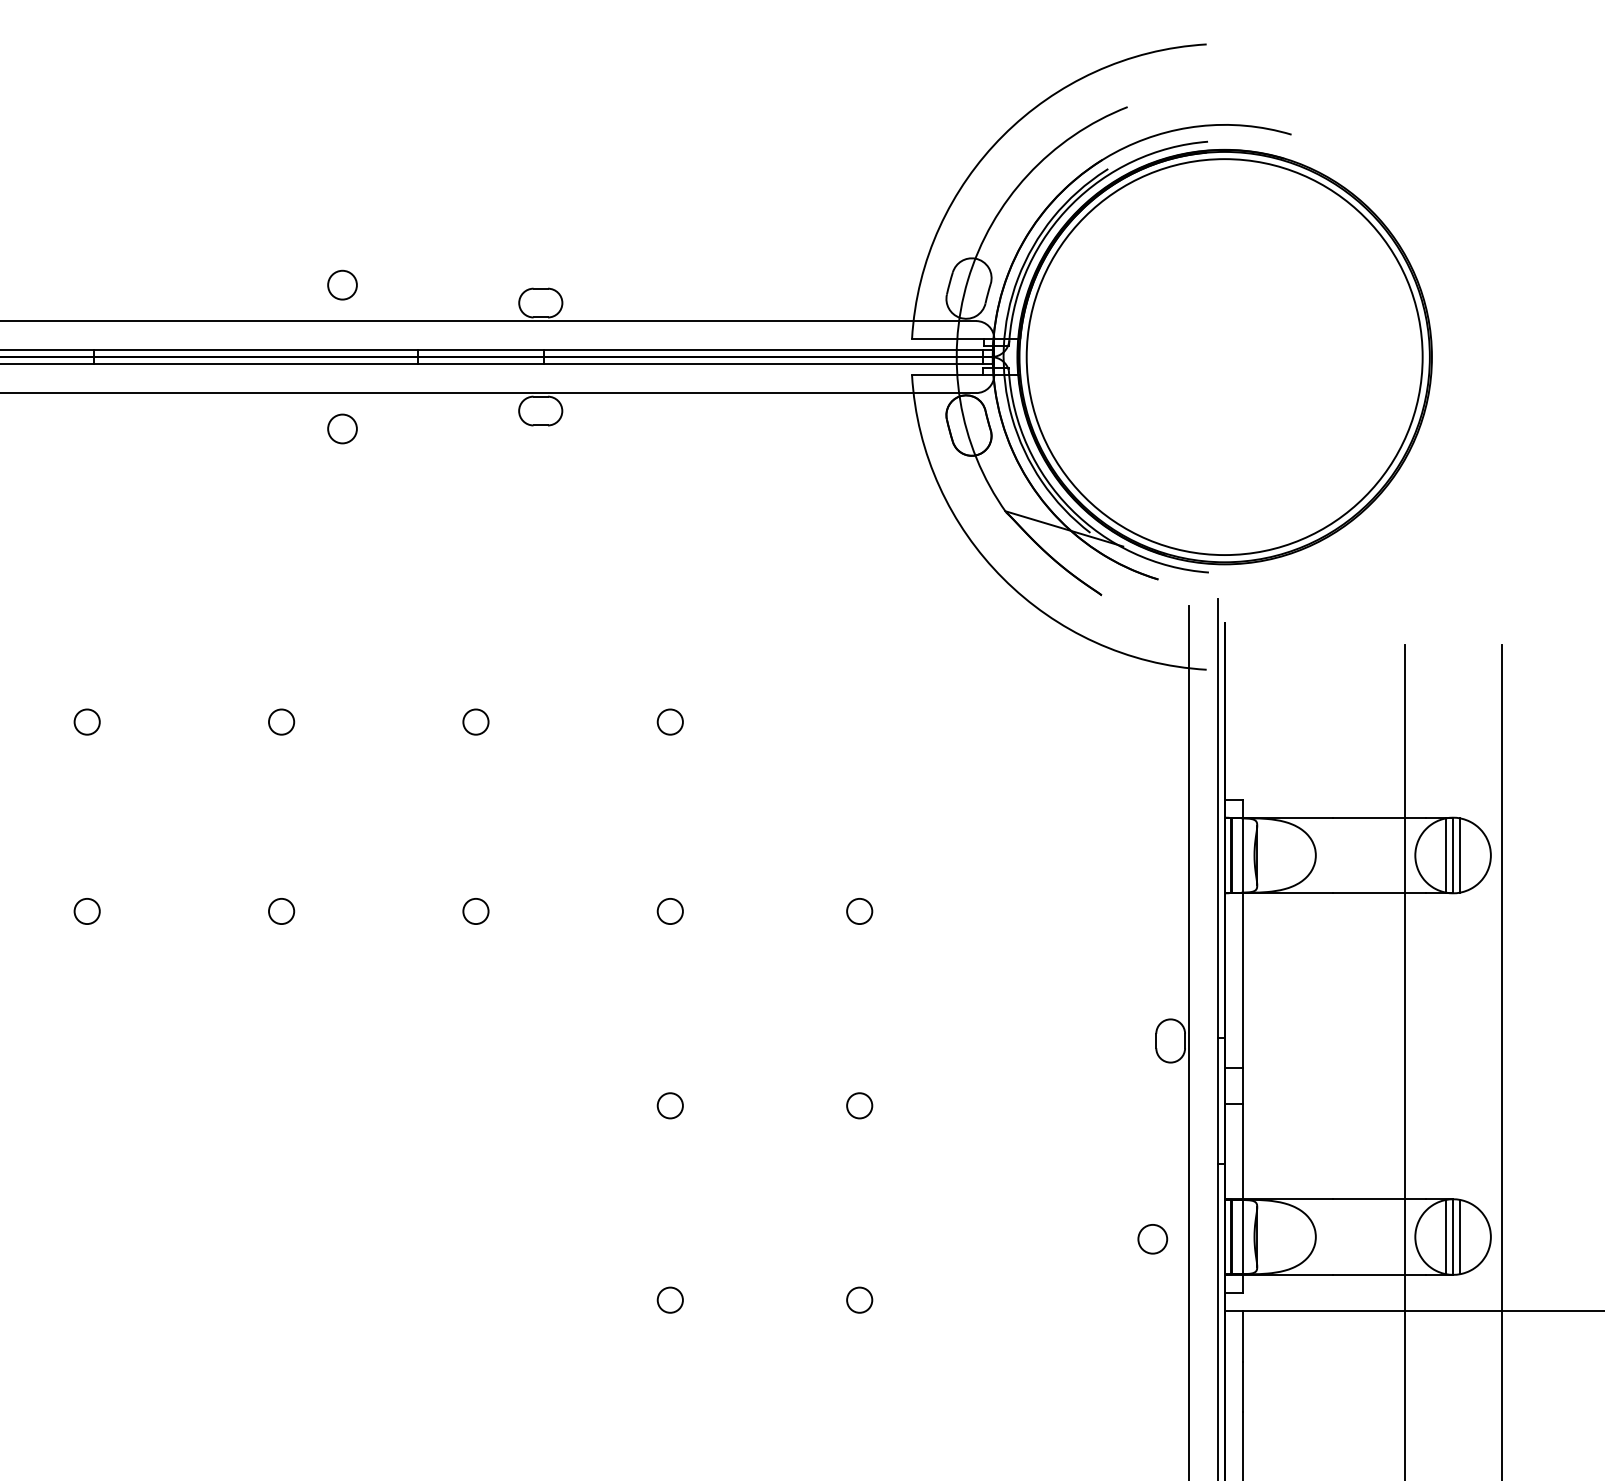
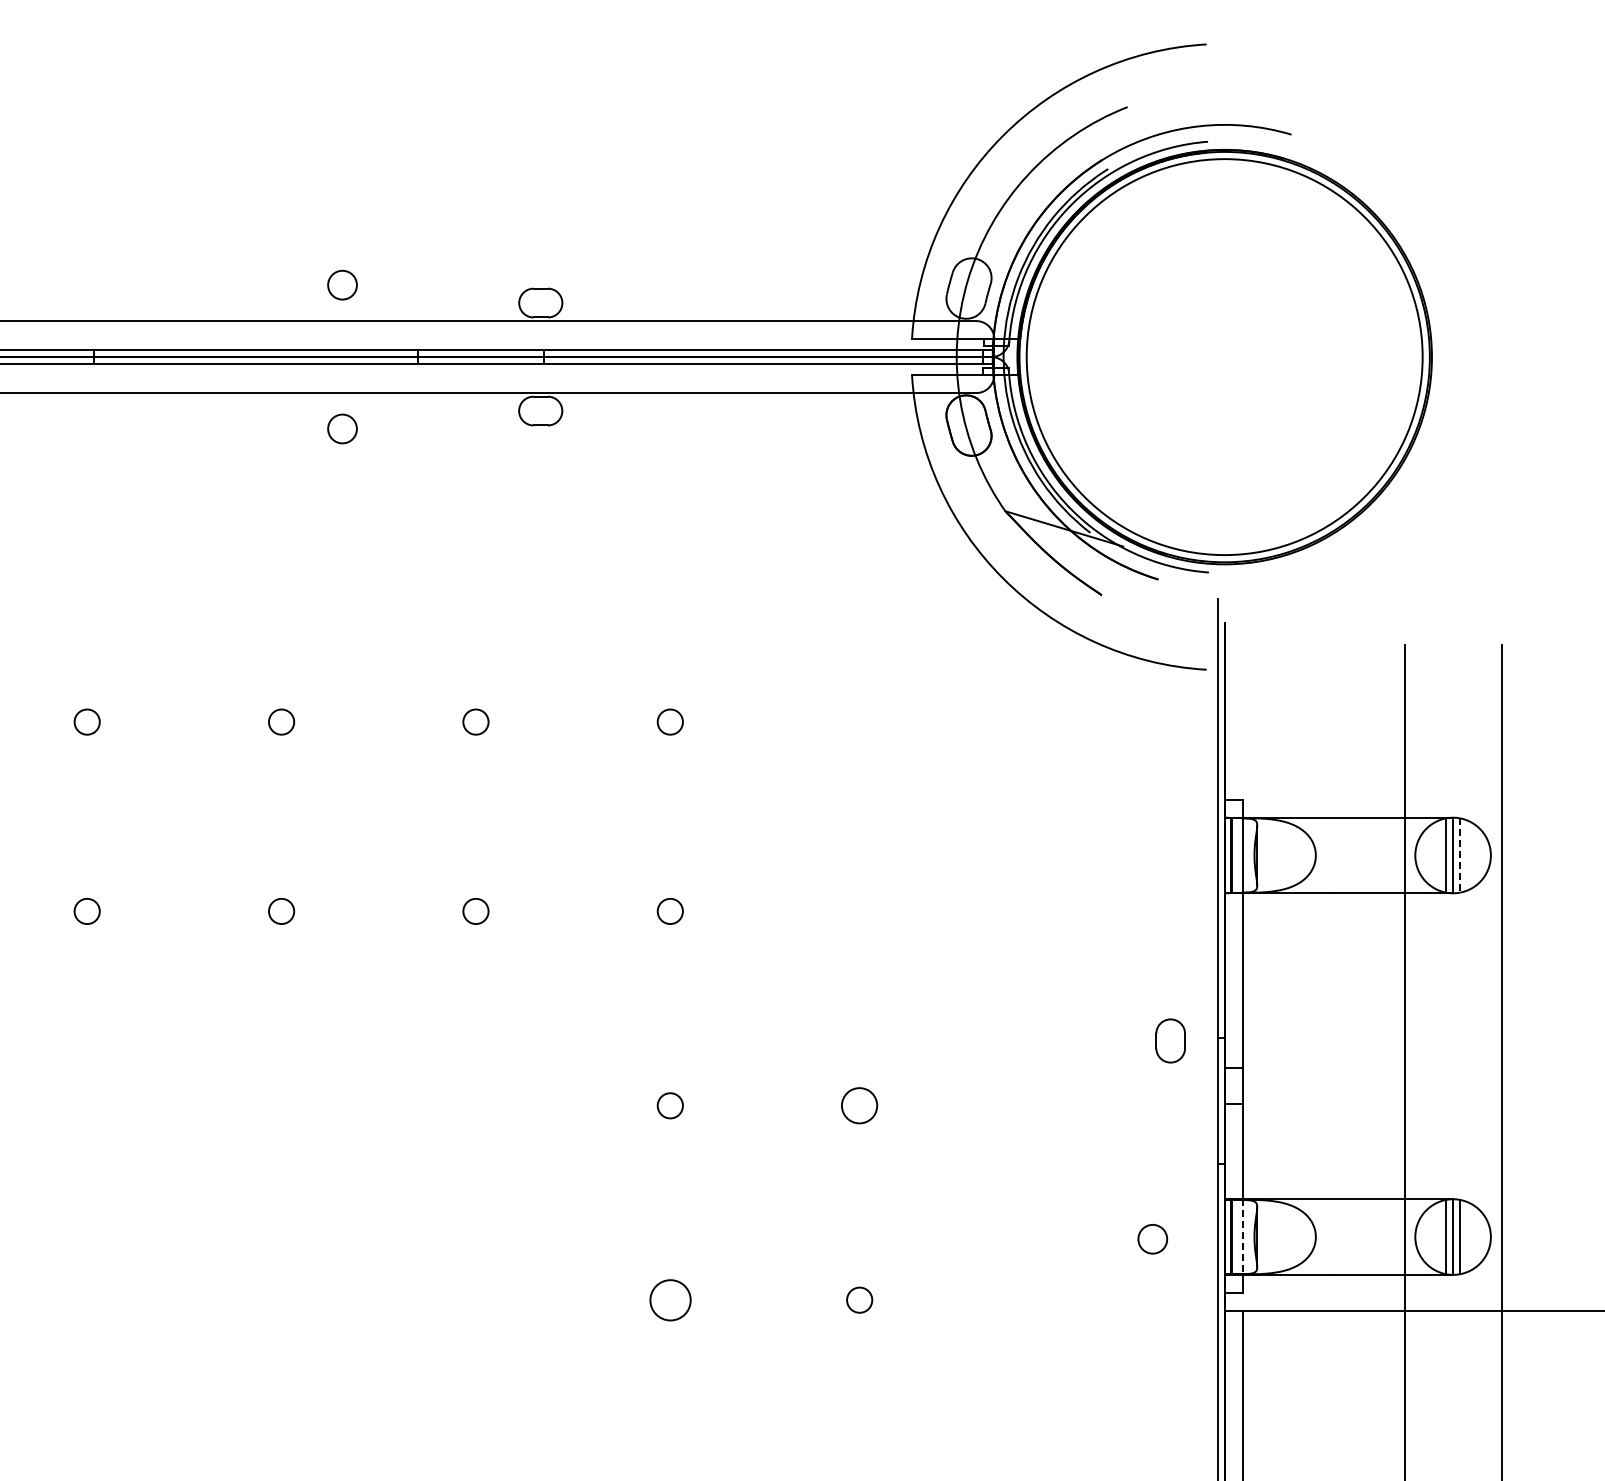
line at (1460, 856): solid -> dashed
circle at (859, 911): present -> none
line at (1188, 1041): present -> none
circle at (859, 1105) size: 28x28 px -> 38x38 px
line at (1242, 1237): solid -> dashed
circle at (669, 1299) size: 28x28 px -> 43x43 px
